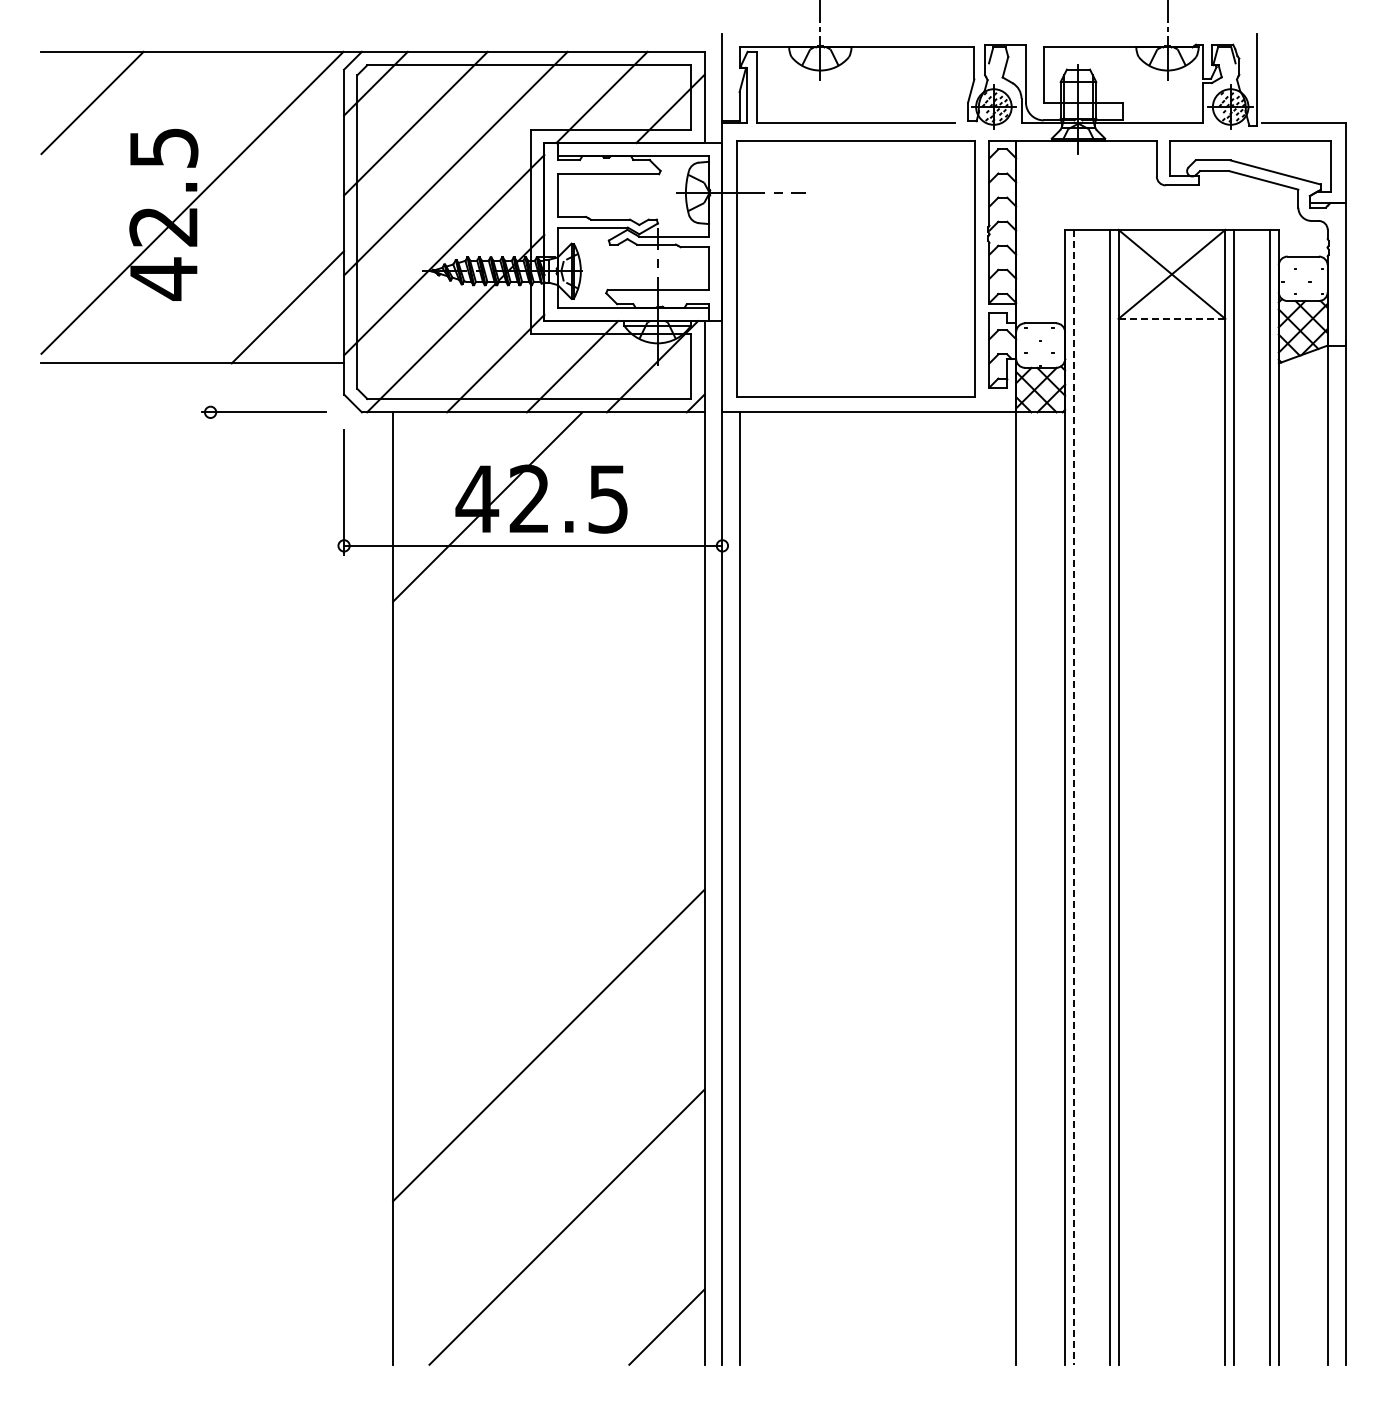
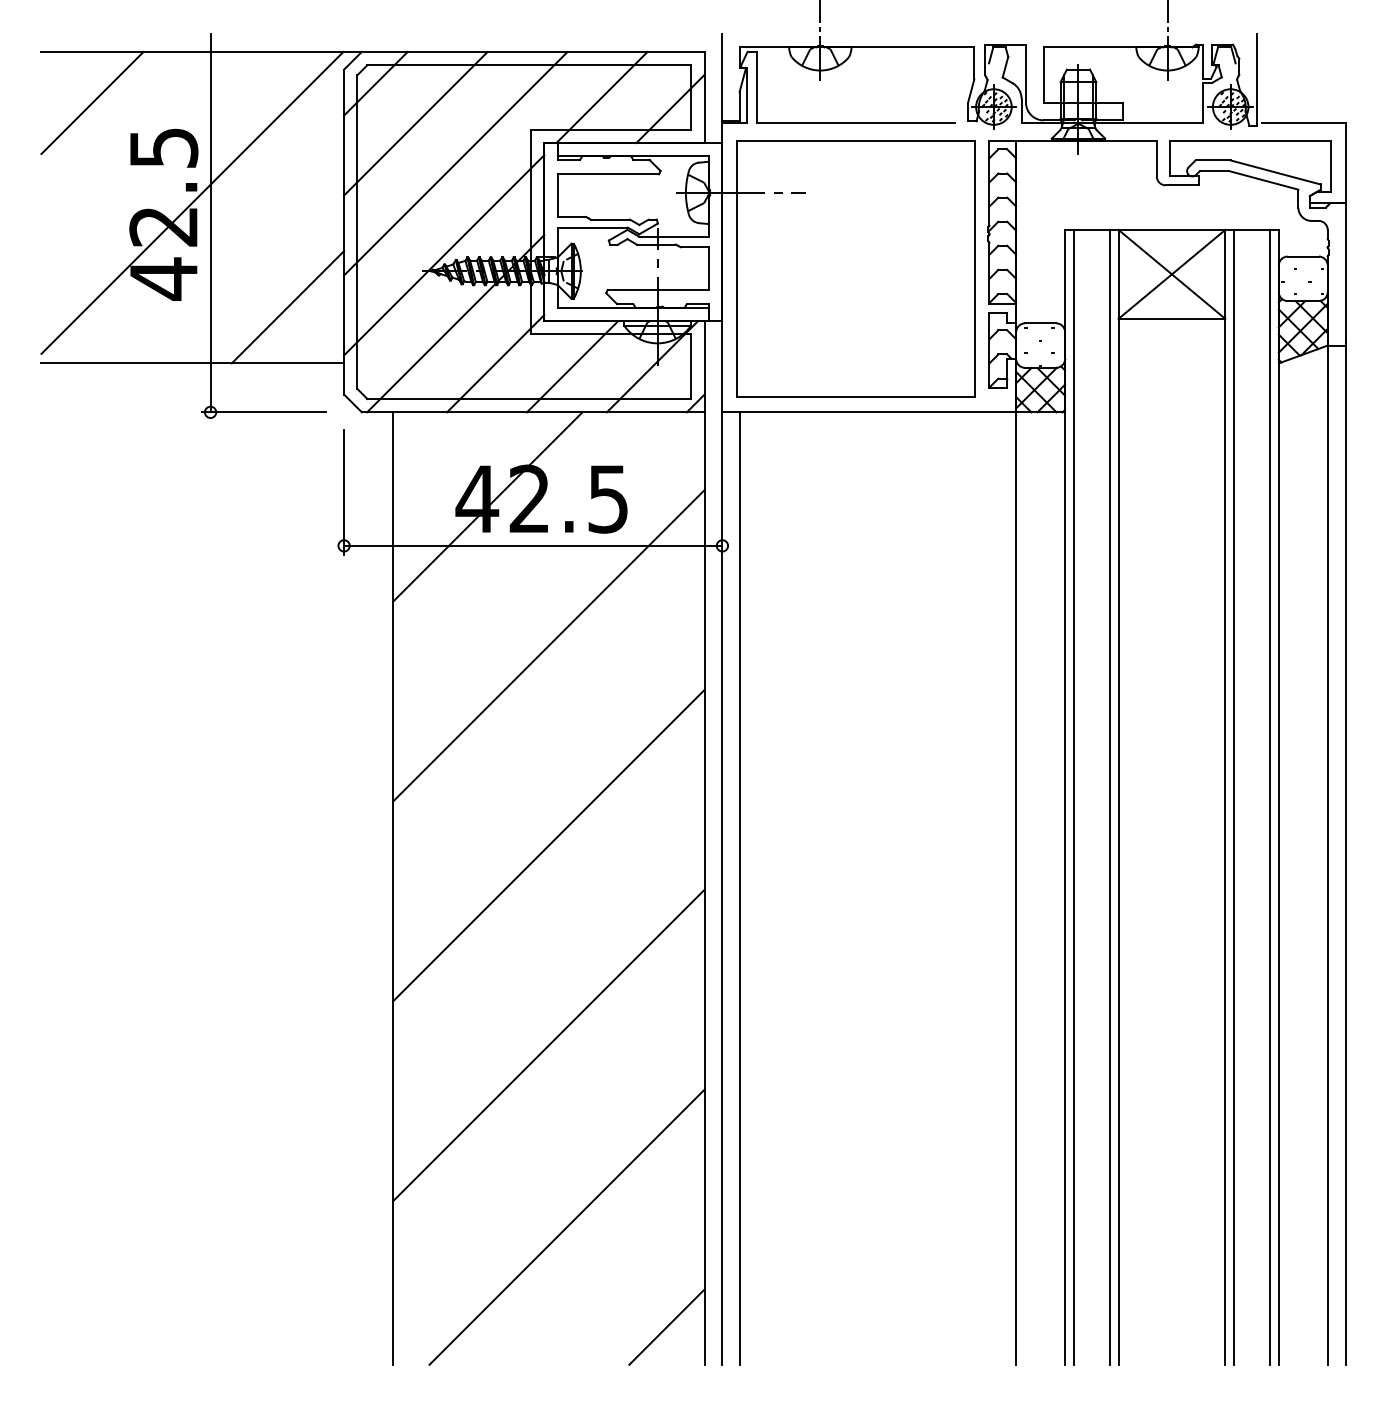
line at (210, 223): none -> present
line at (1171, 318): dashed -> solid
line at (548, 645): none -> present
line at (1074, 797): dashed -> solid
line at (548, 845): none -> present
